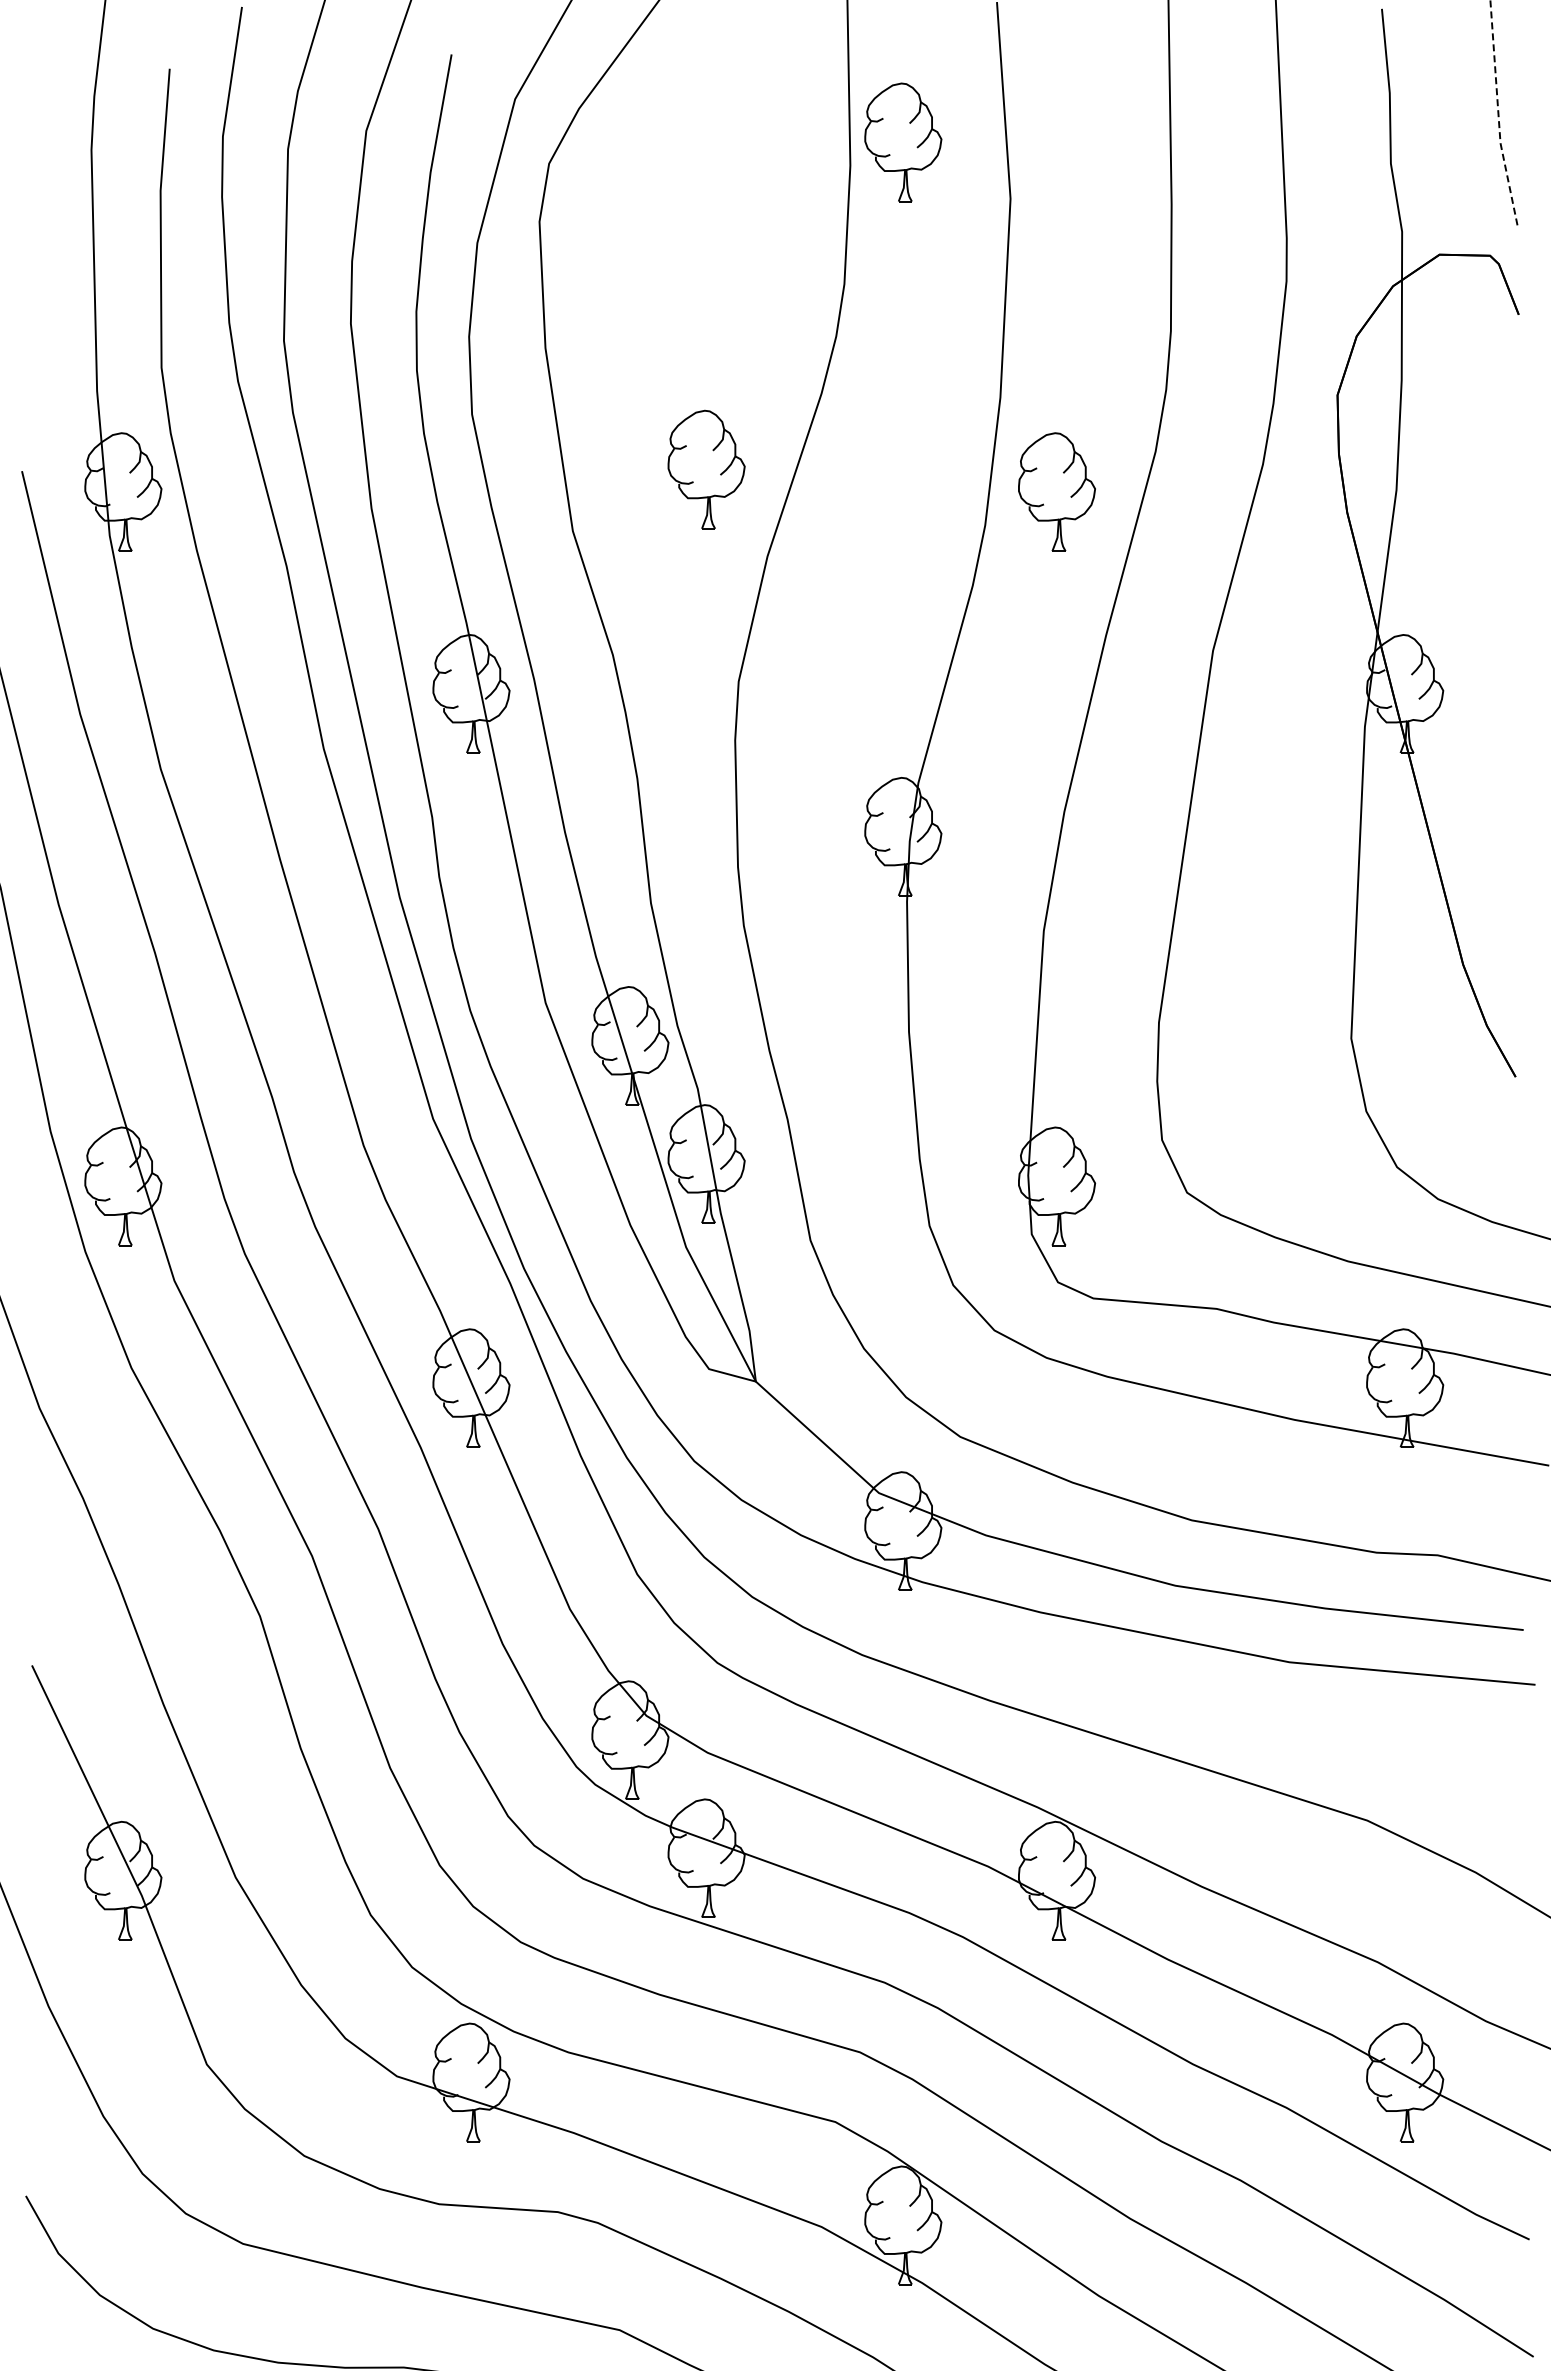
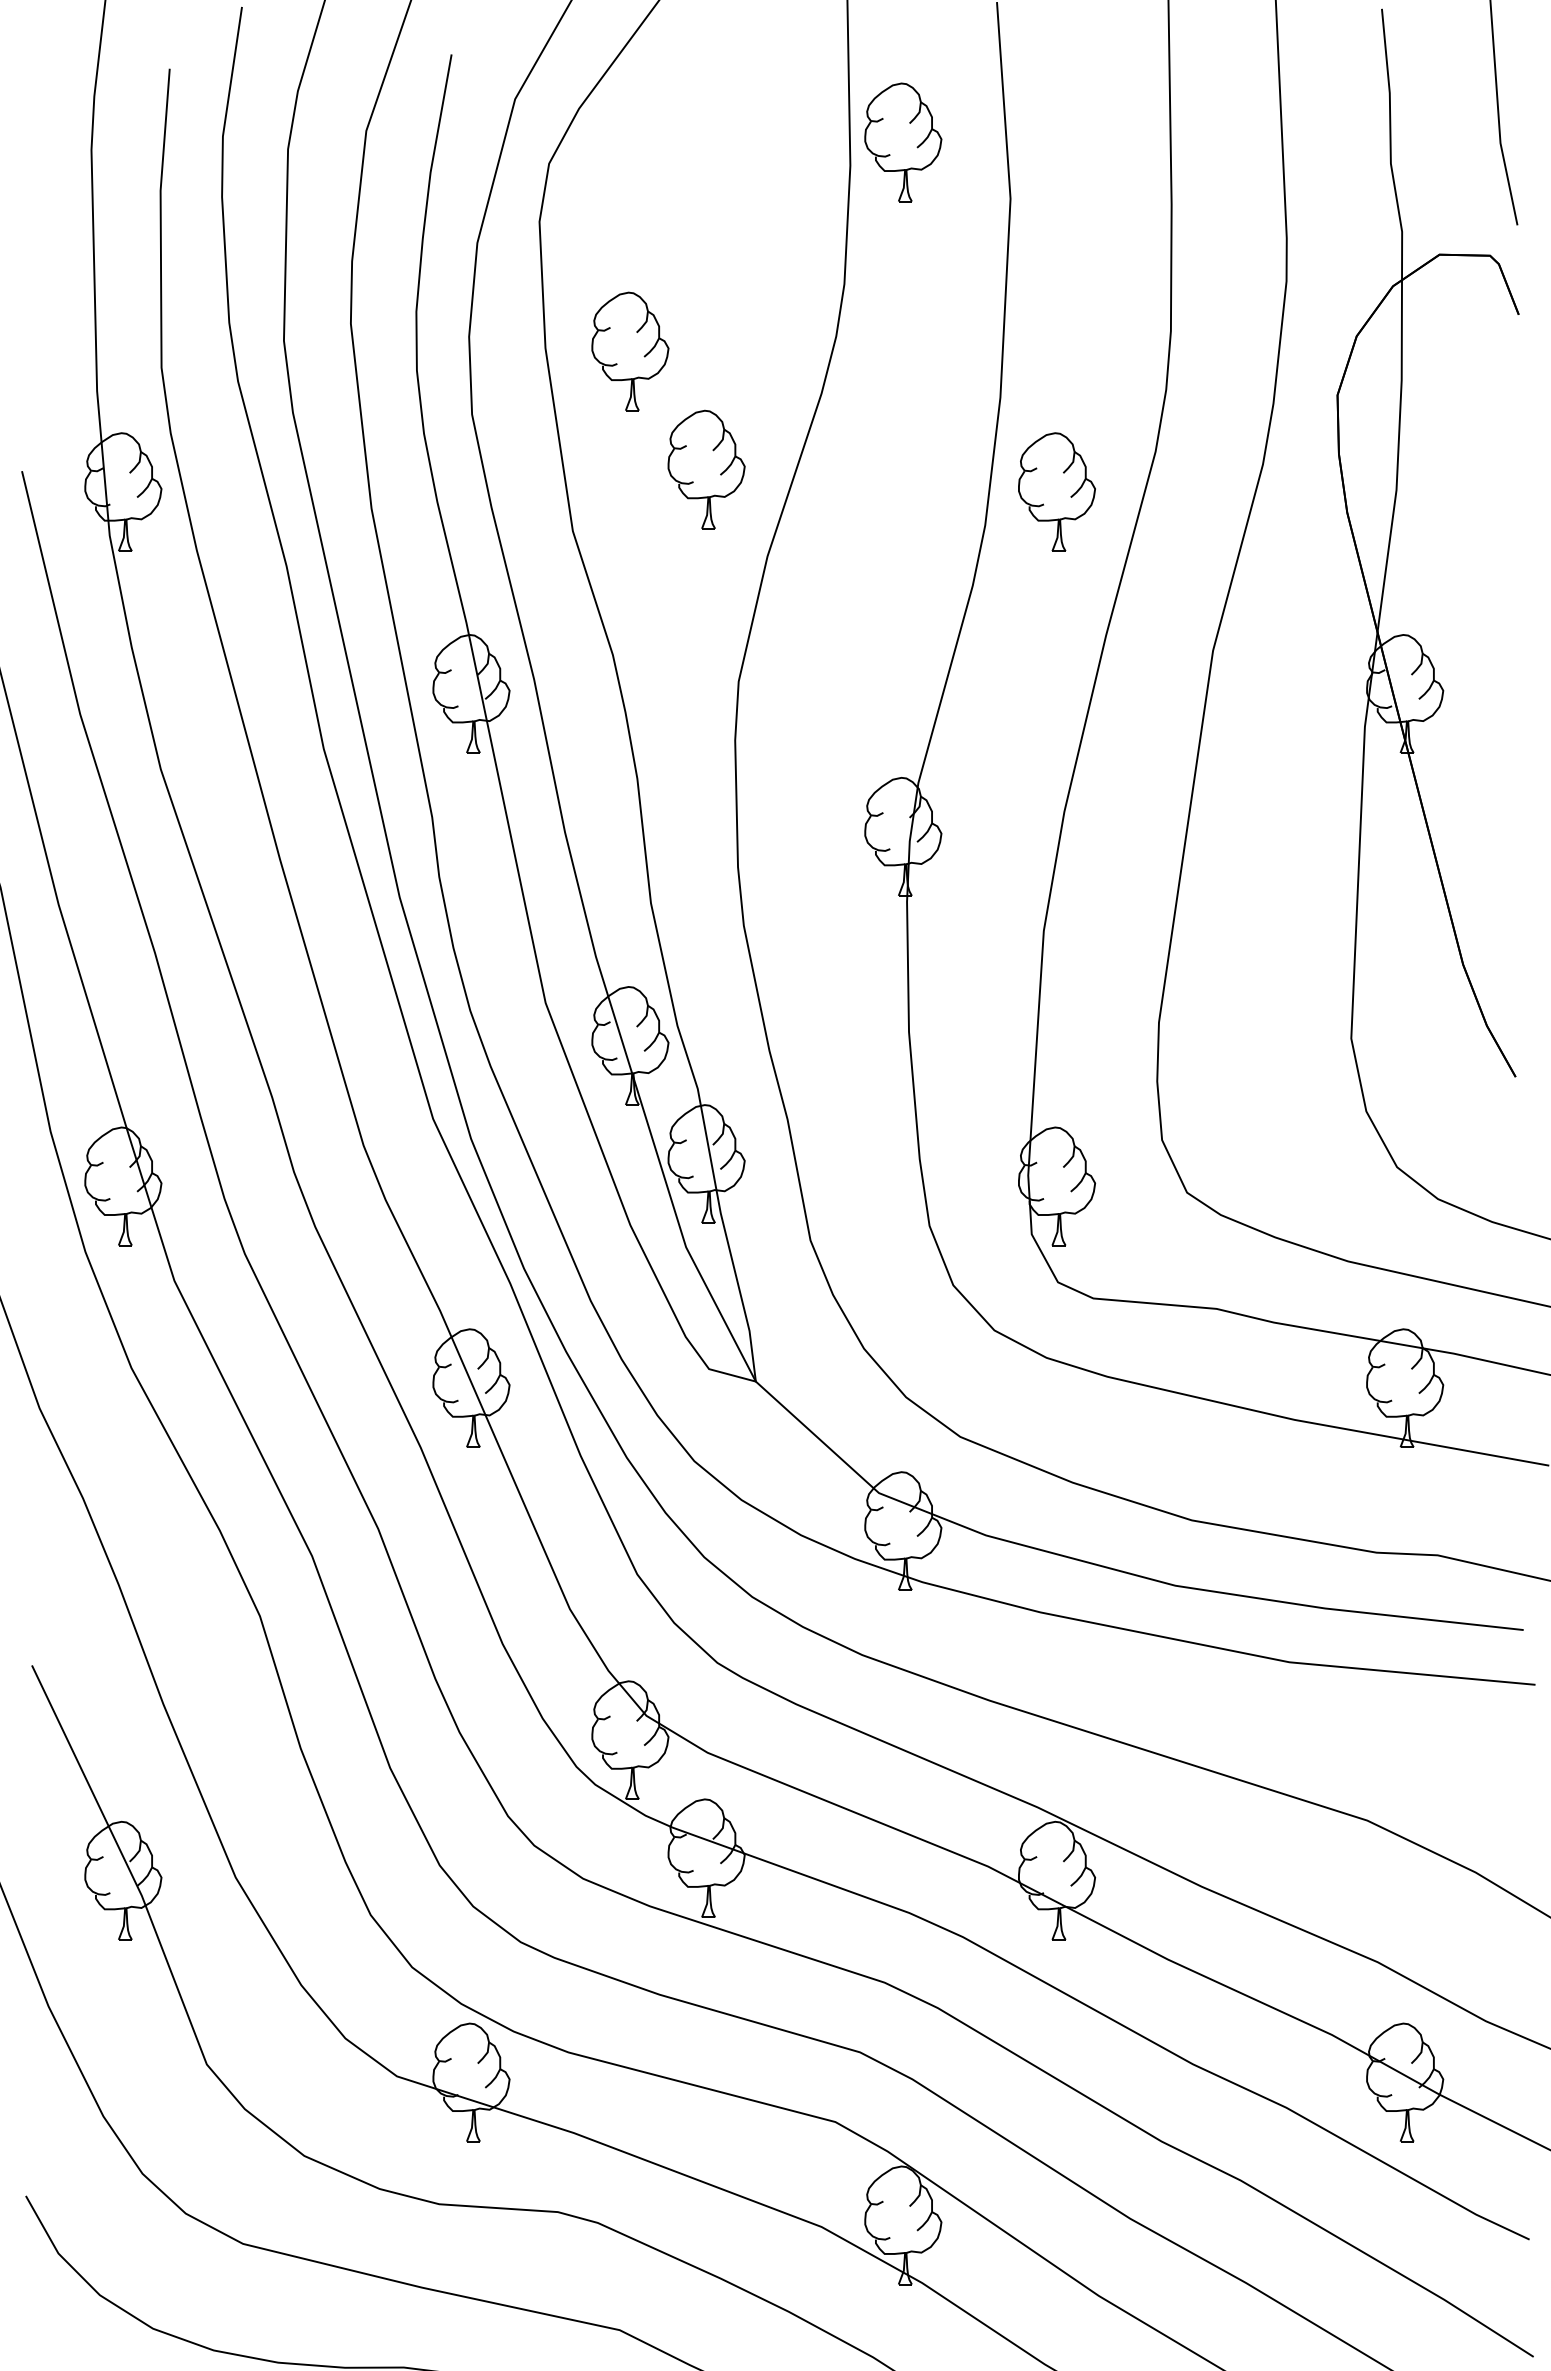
line at (1498, 114): dashed -> solid
part at (630, 351): none -> present
